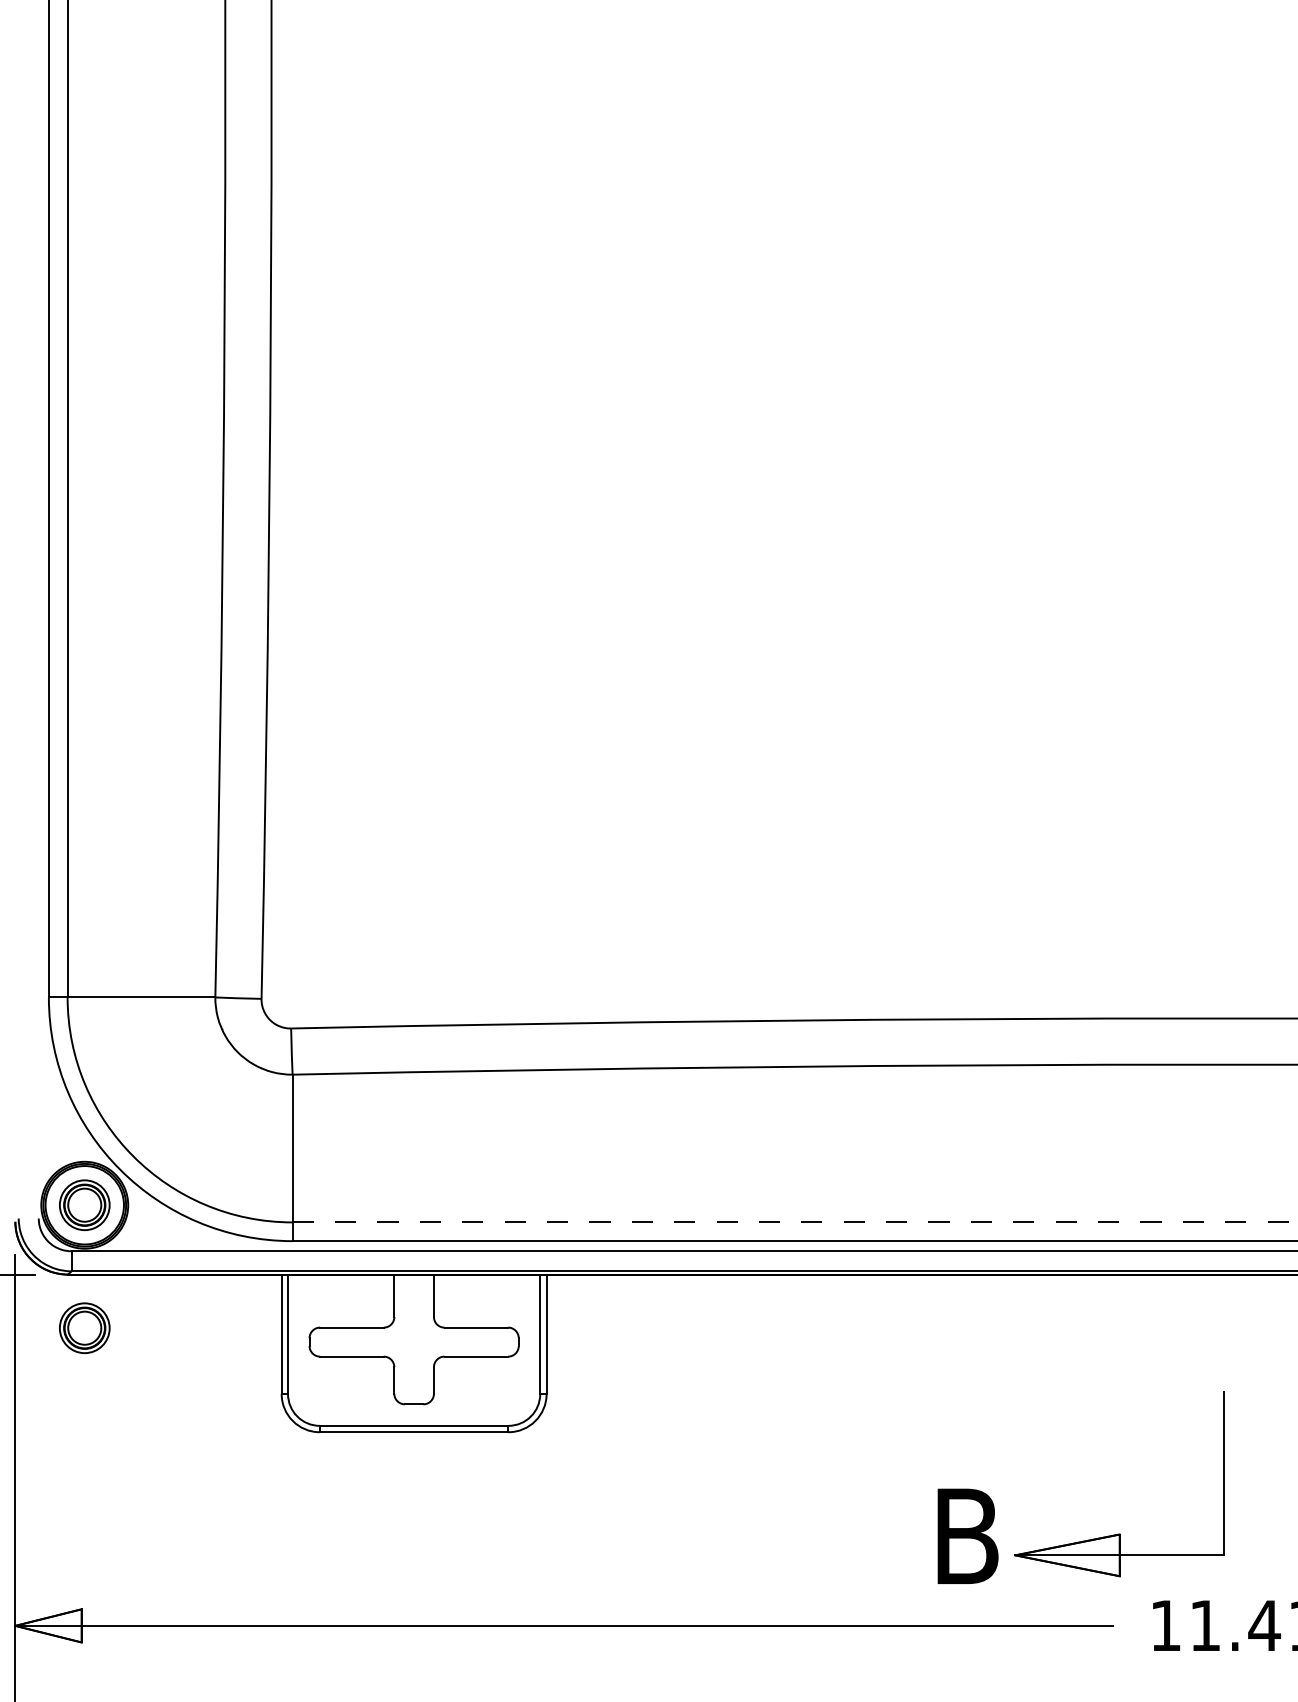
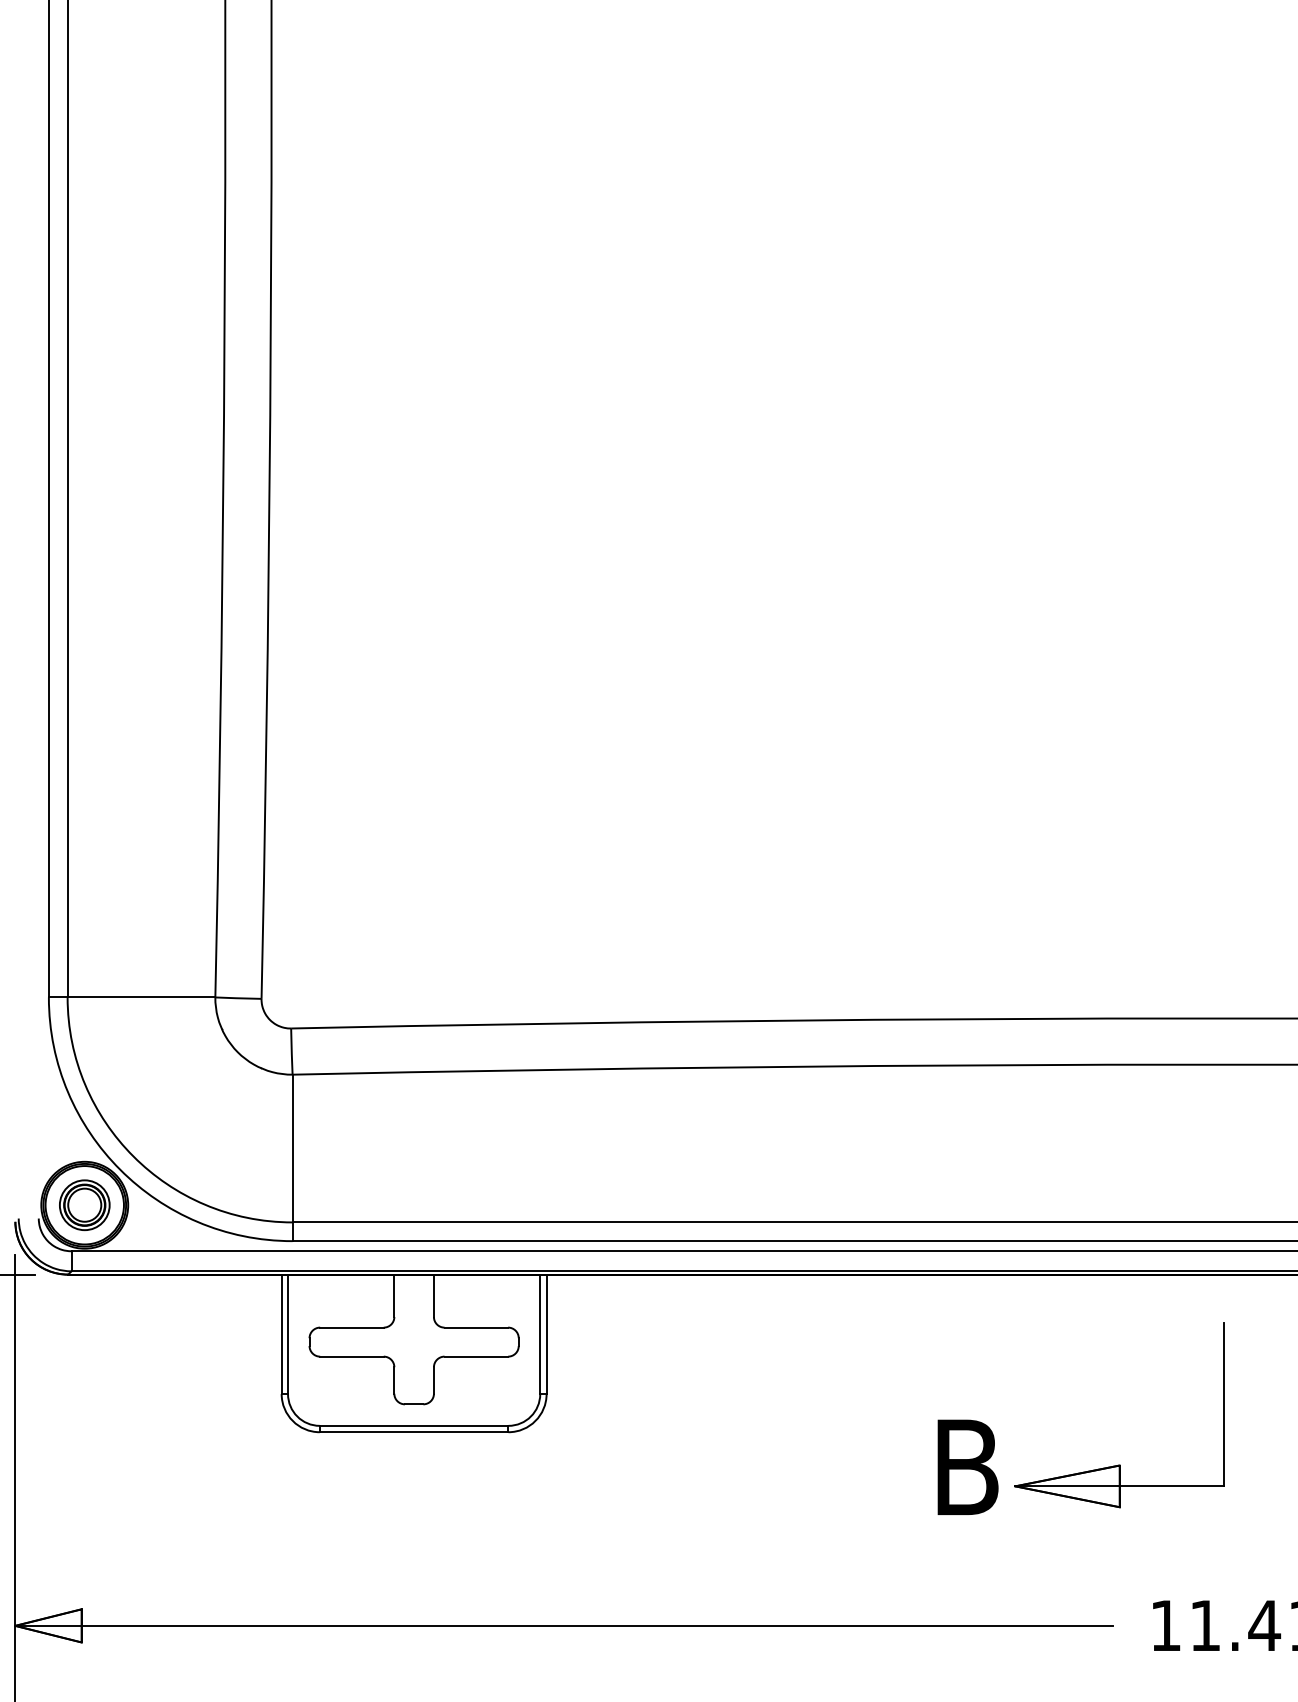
line at (795, 1222): dashed -> solid
part at (84, 1328): present -> none
part at (1088, 1539) position: (1088, 1539) -> (1088, 1470)
